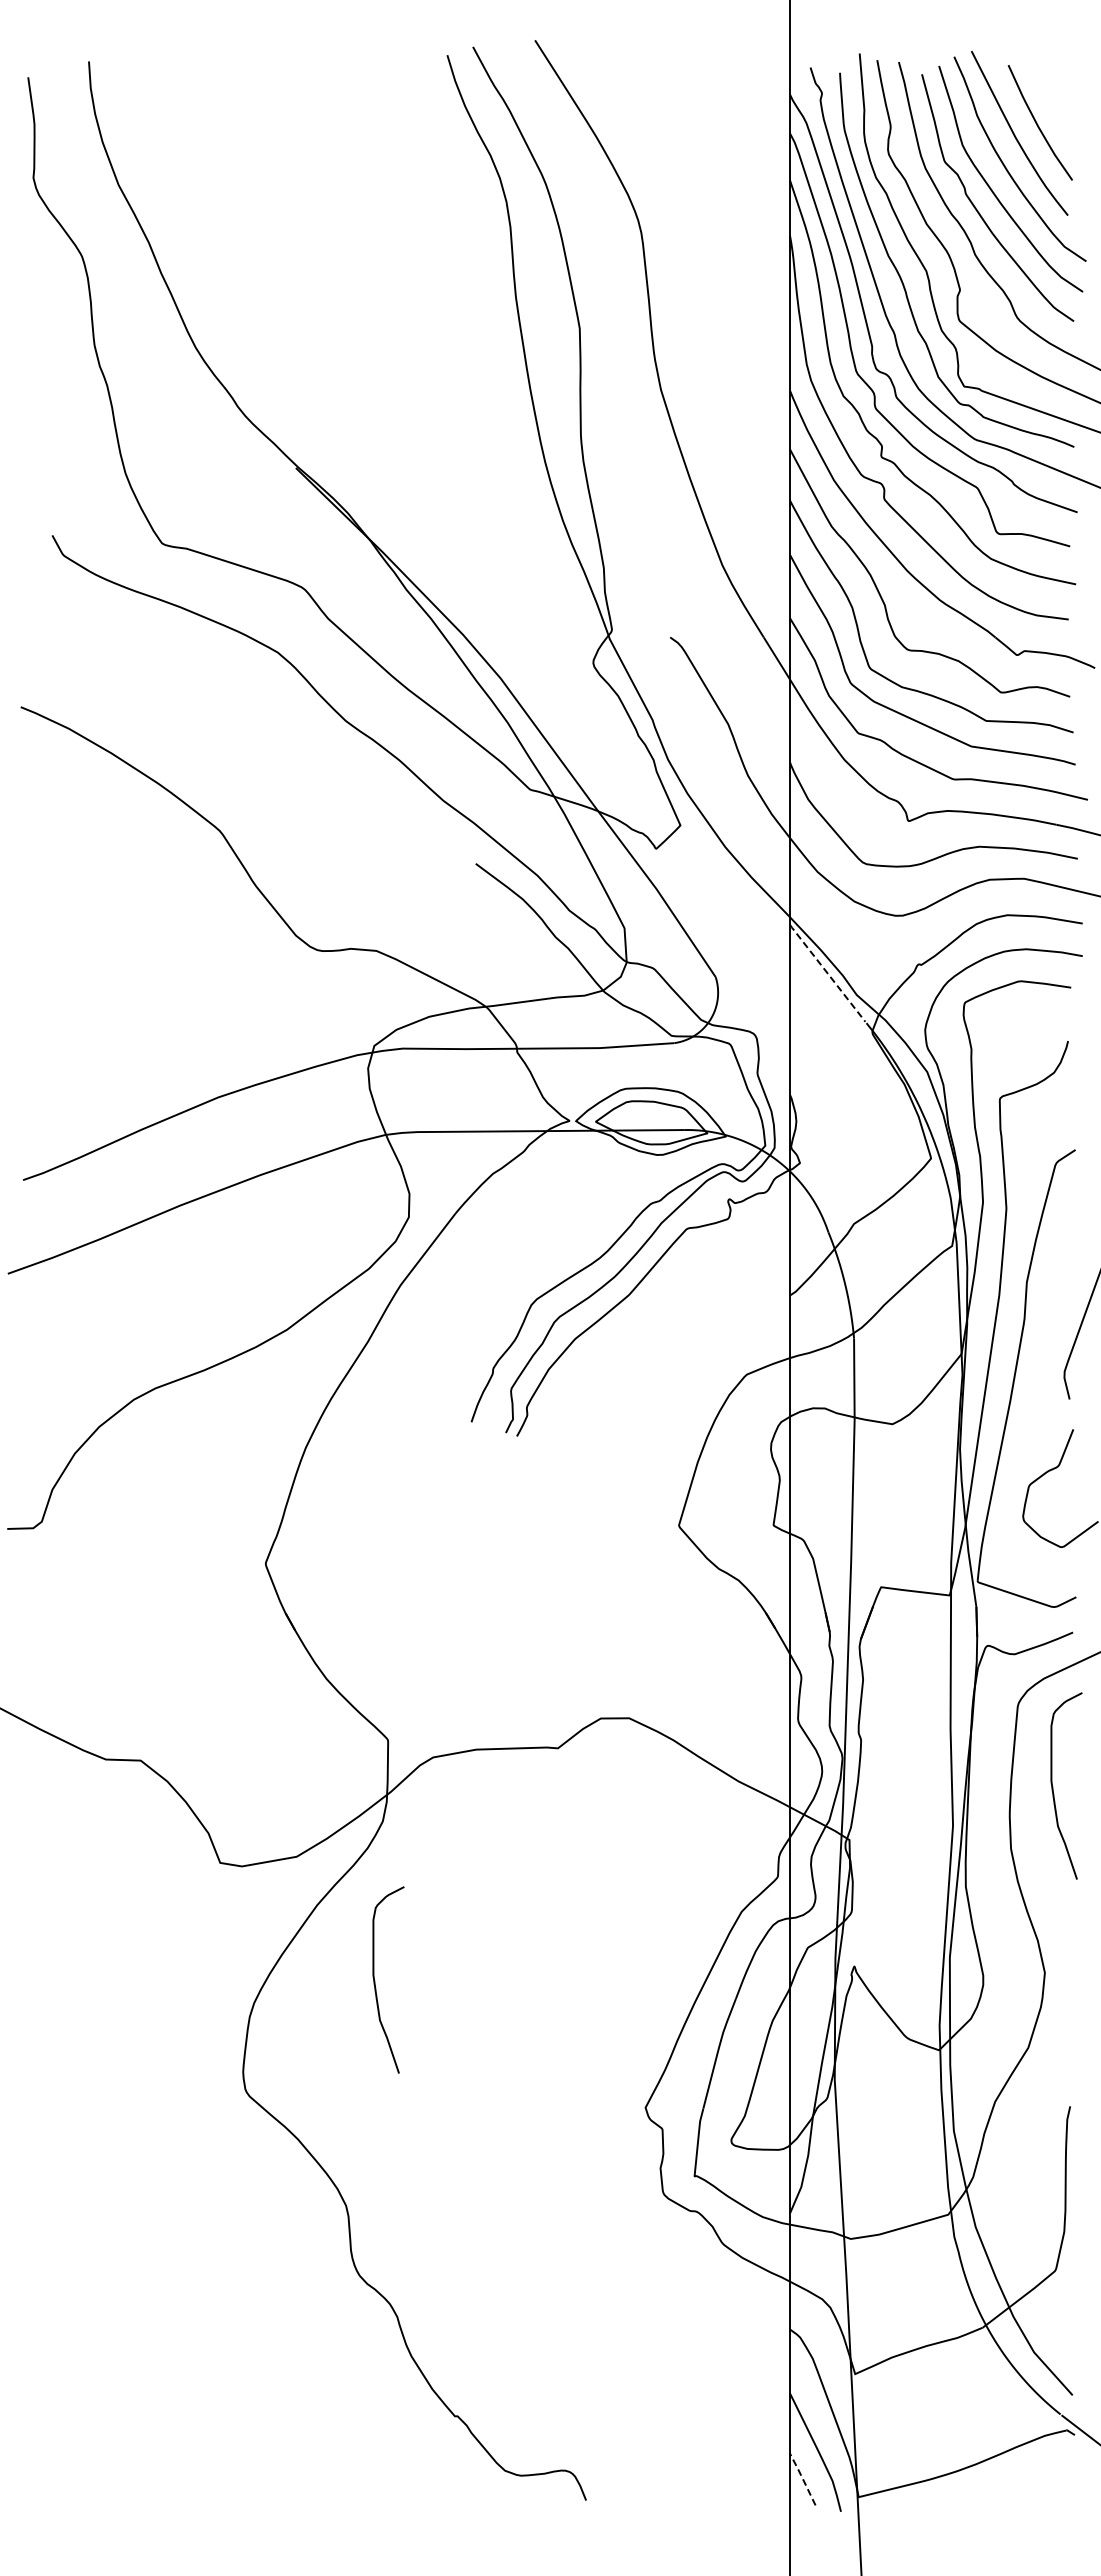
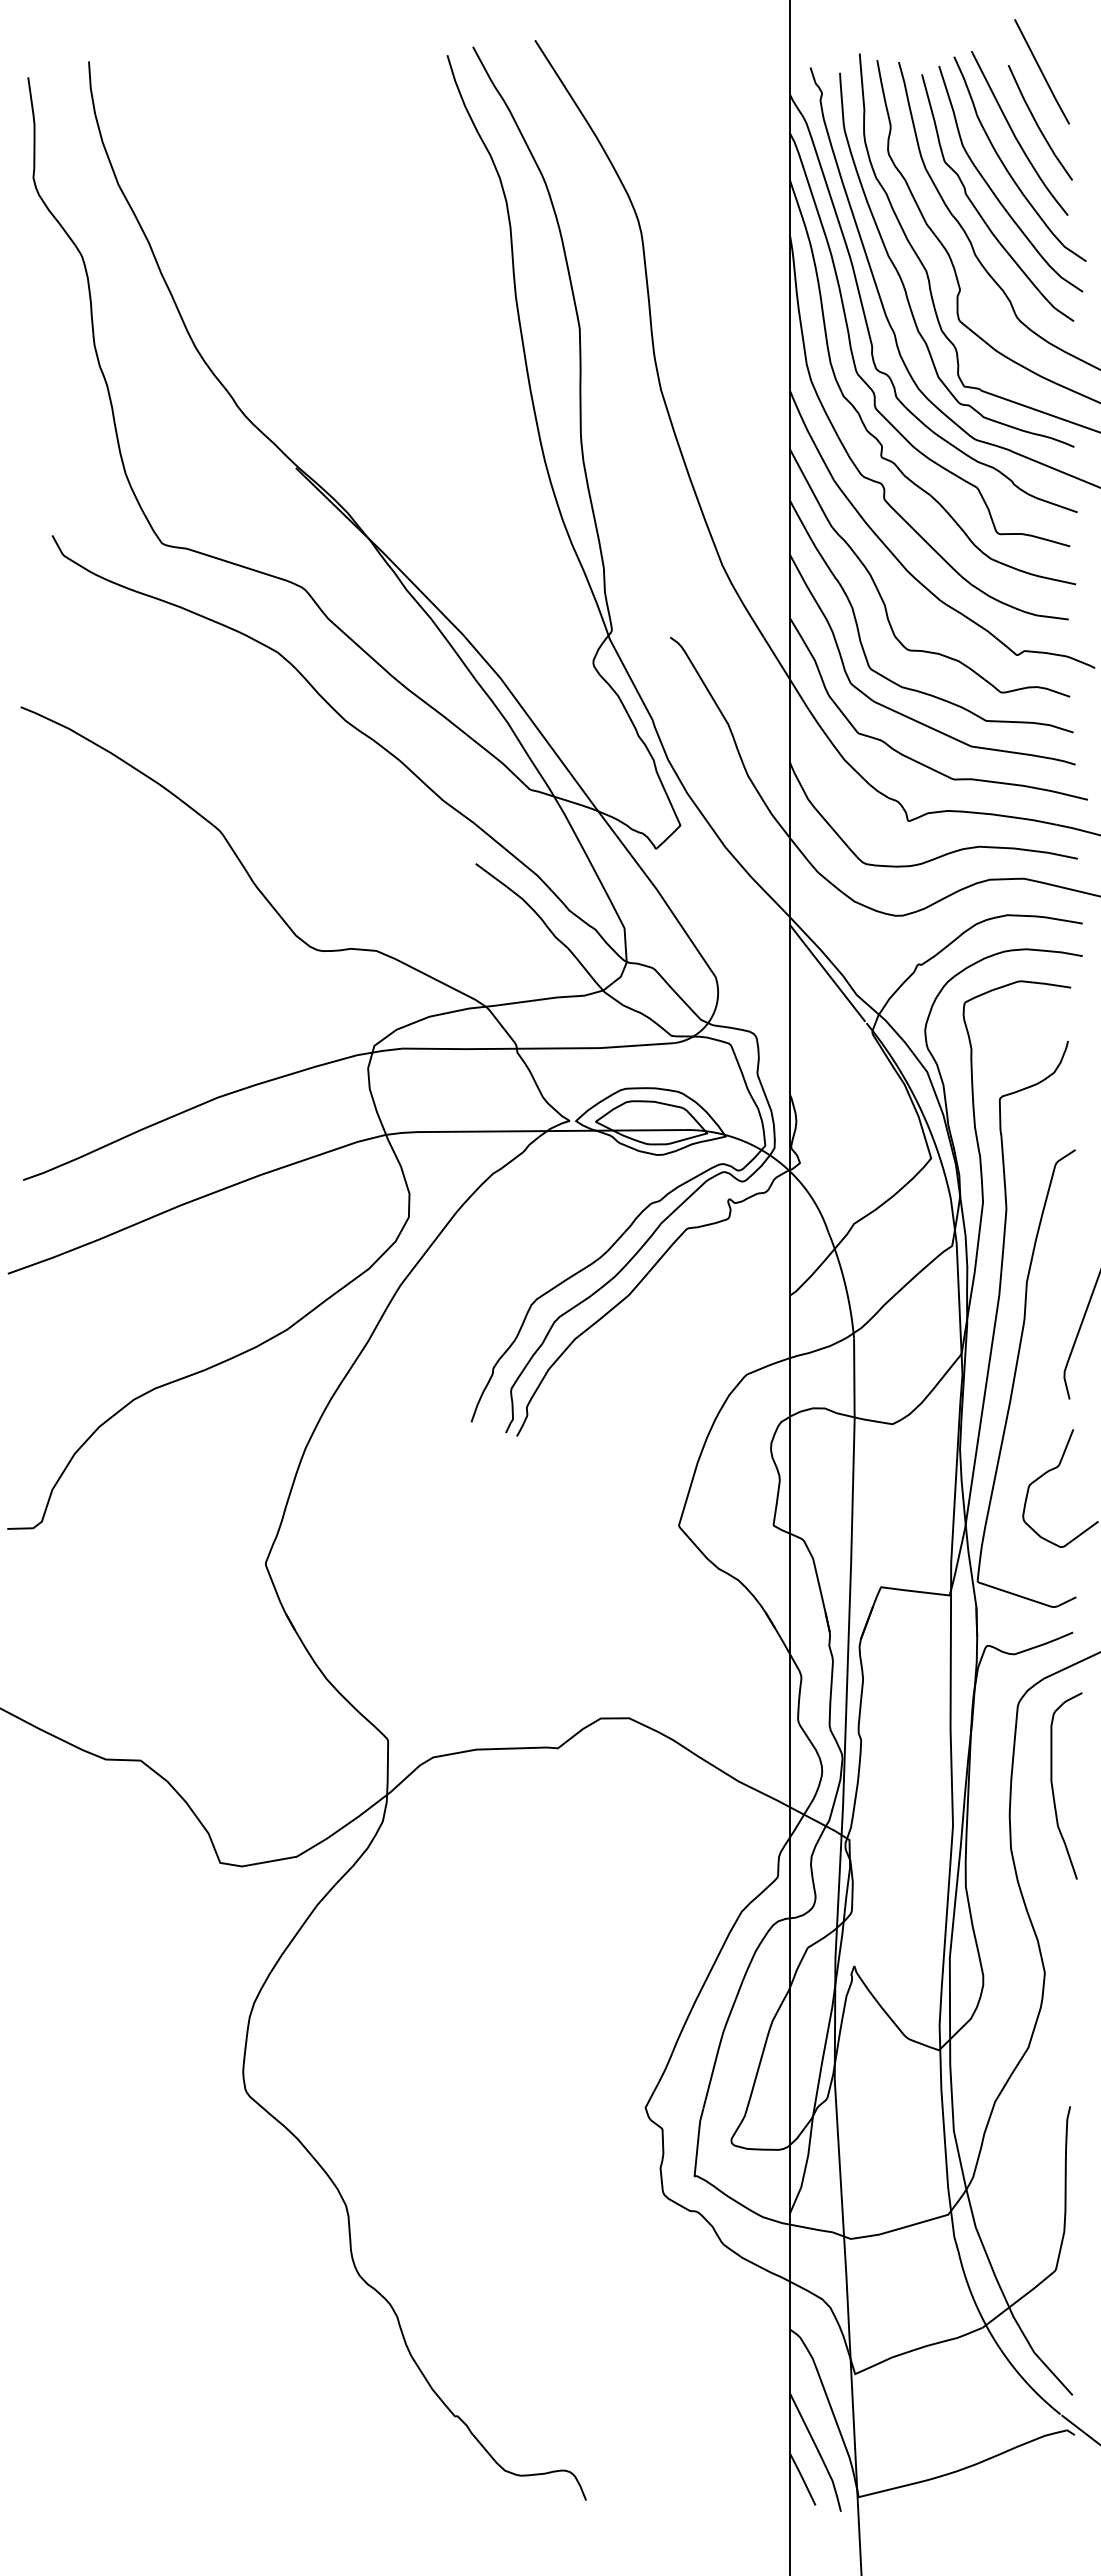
line at (1041, 71): none -> present
line at (827, 973): dashed -> solid
curve at (375, 1980): present -> none
line at (802, 2478): dashed -> solid
